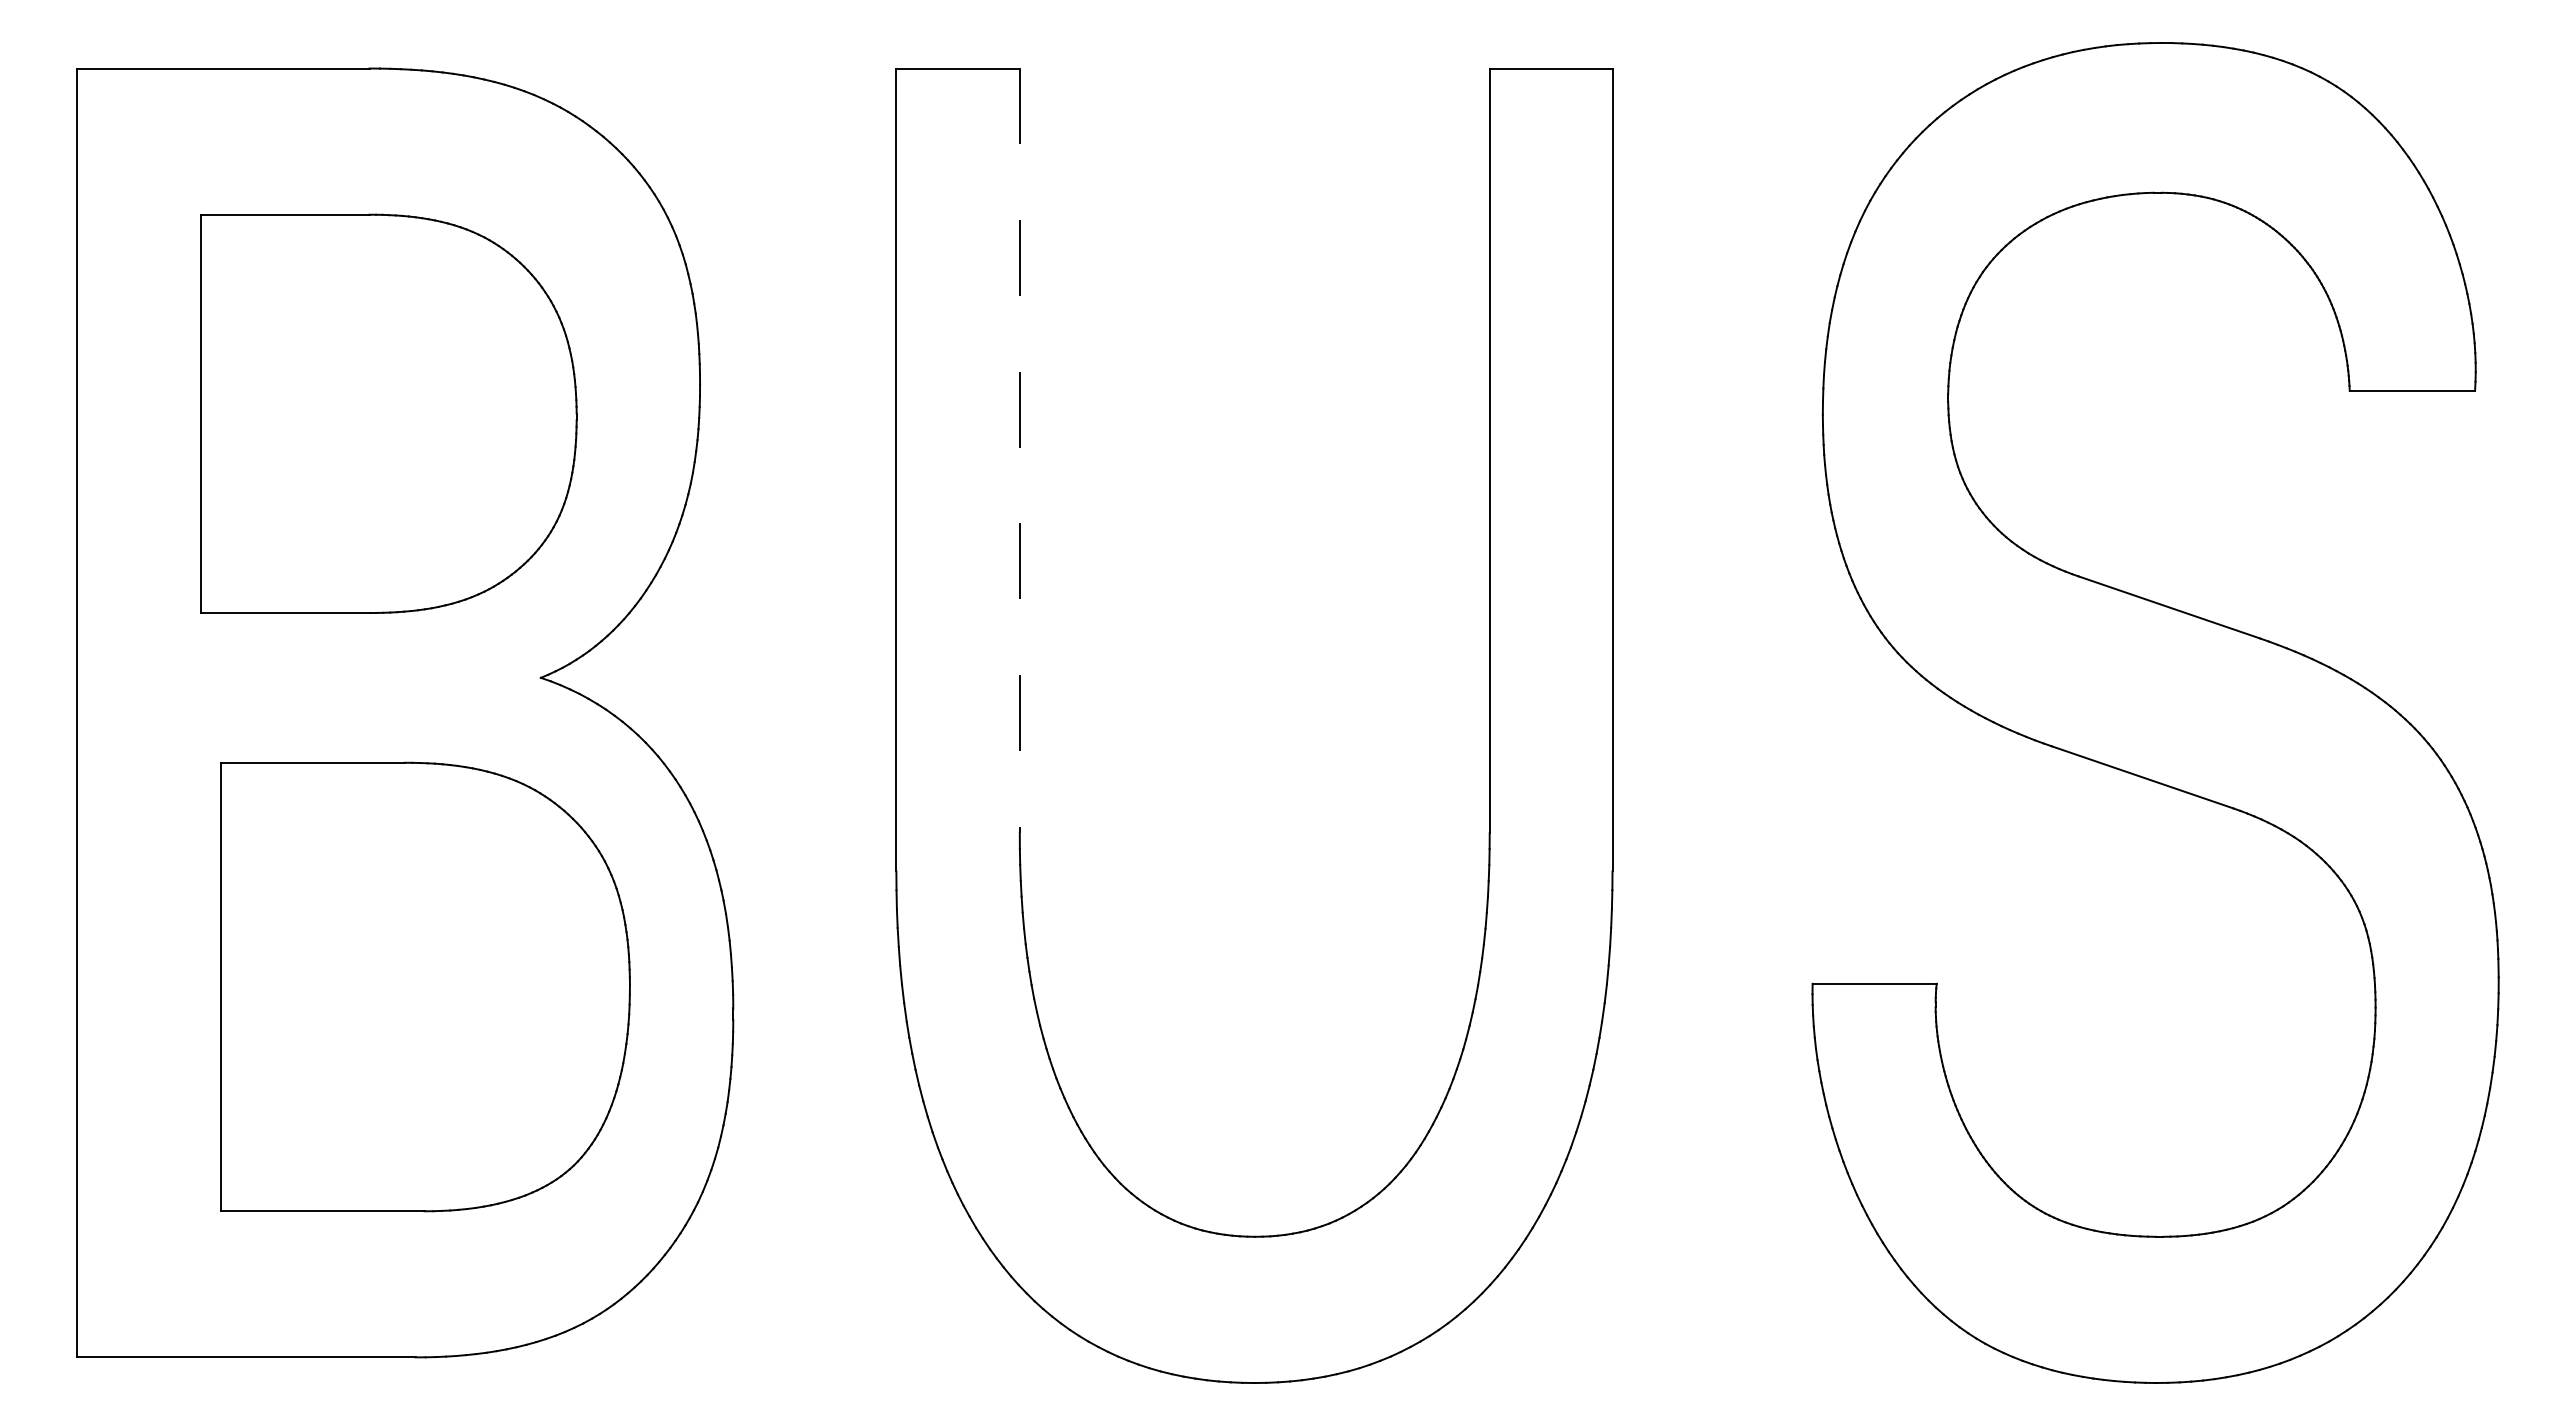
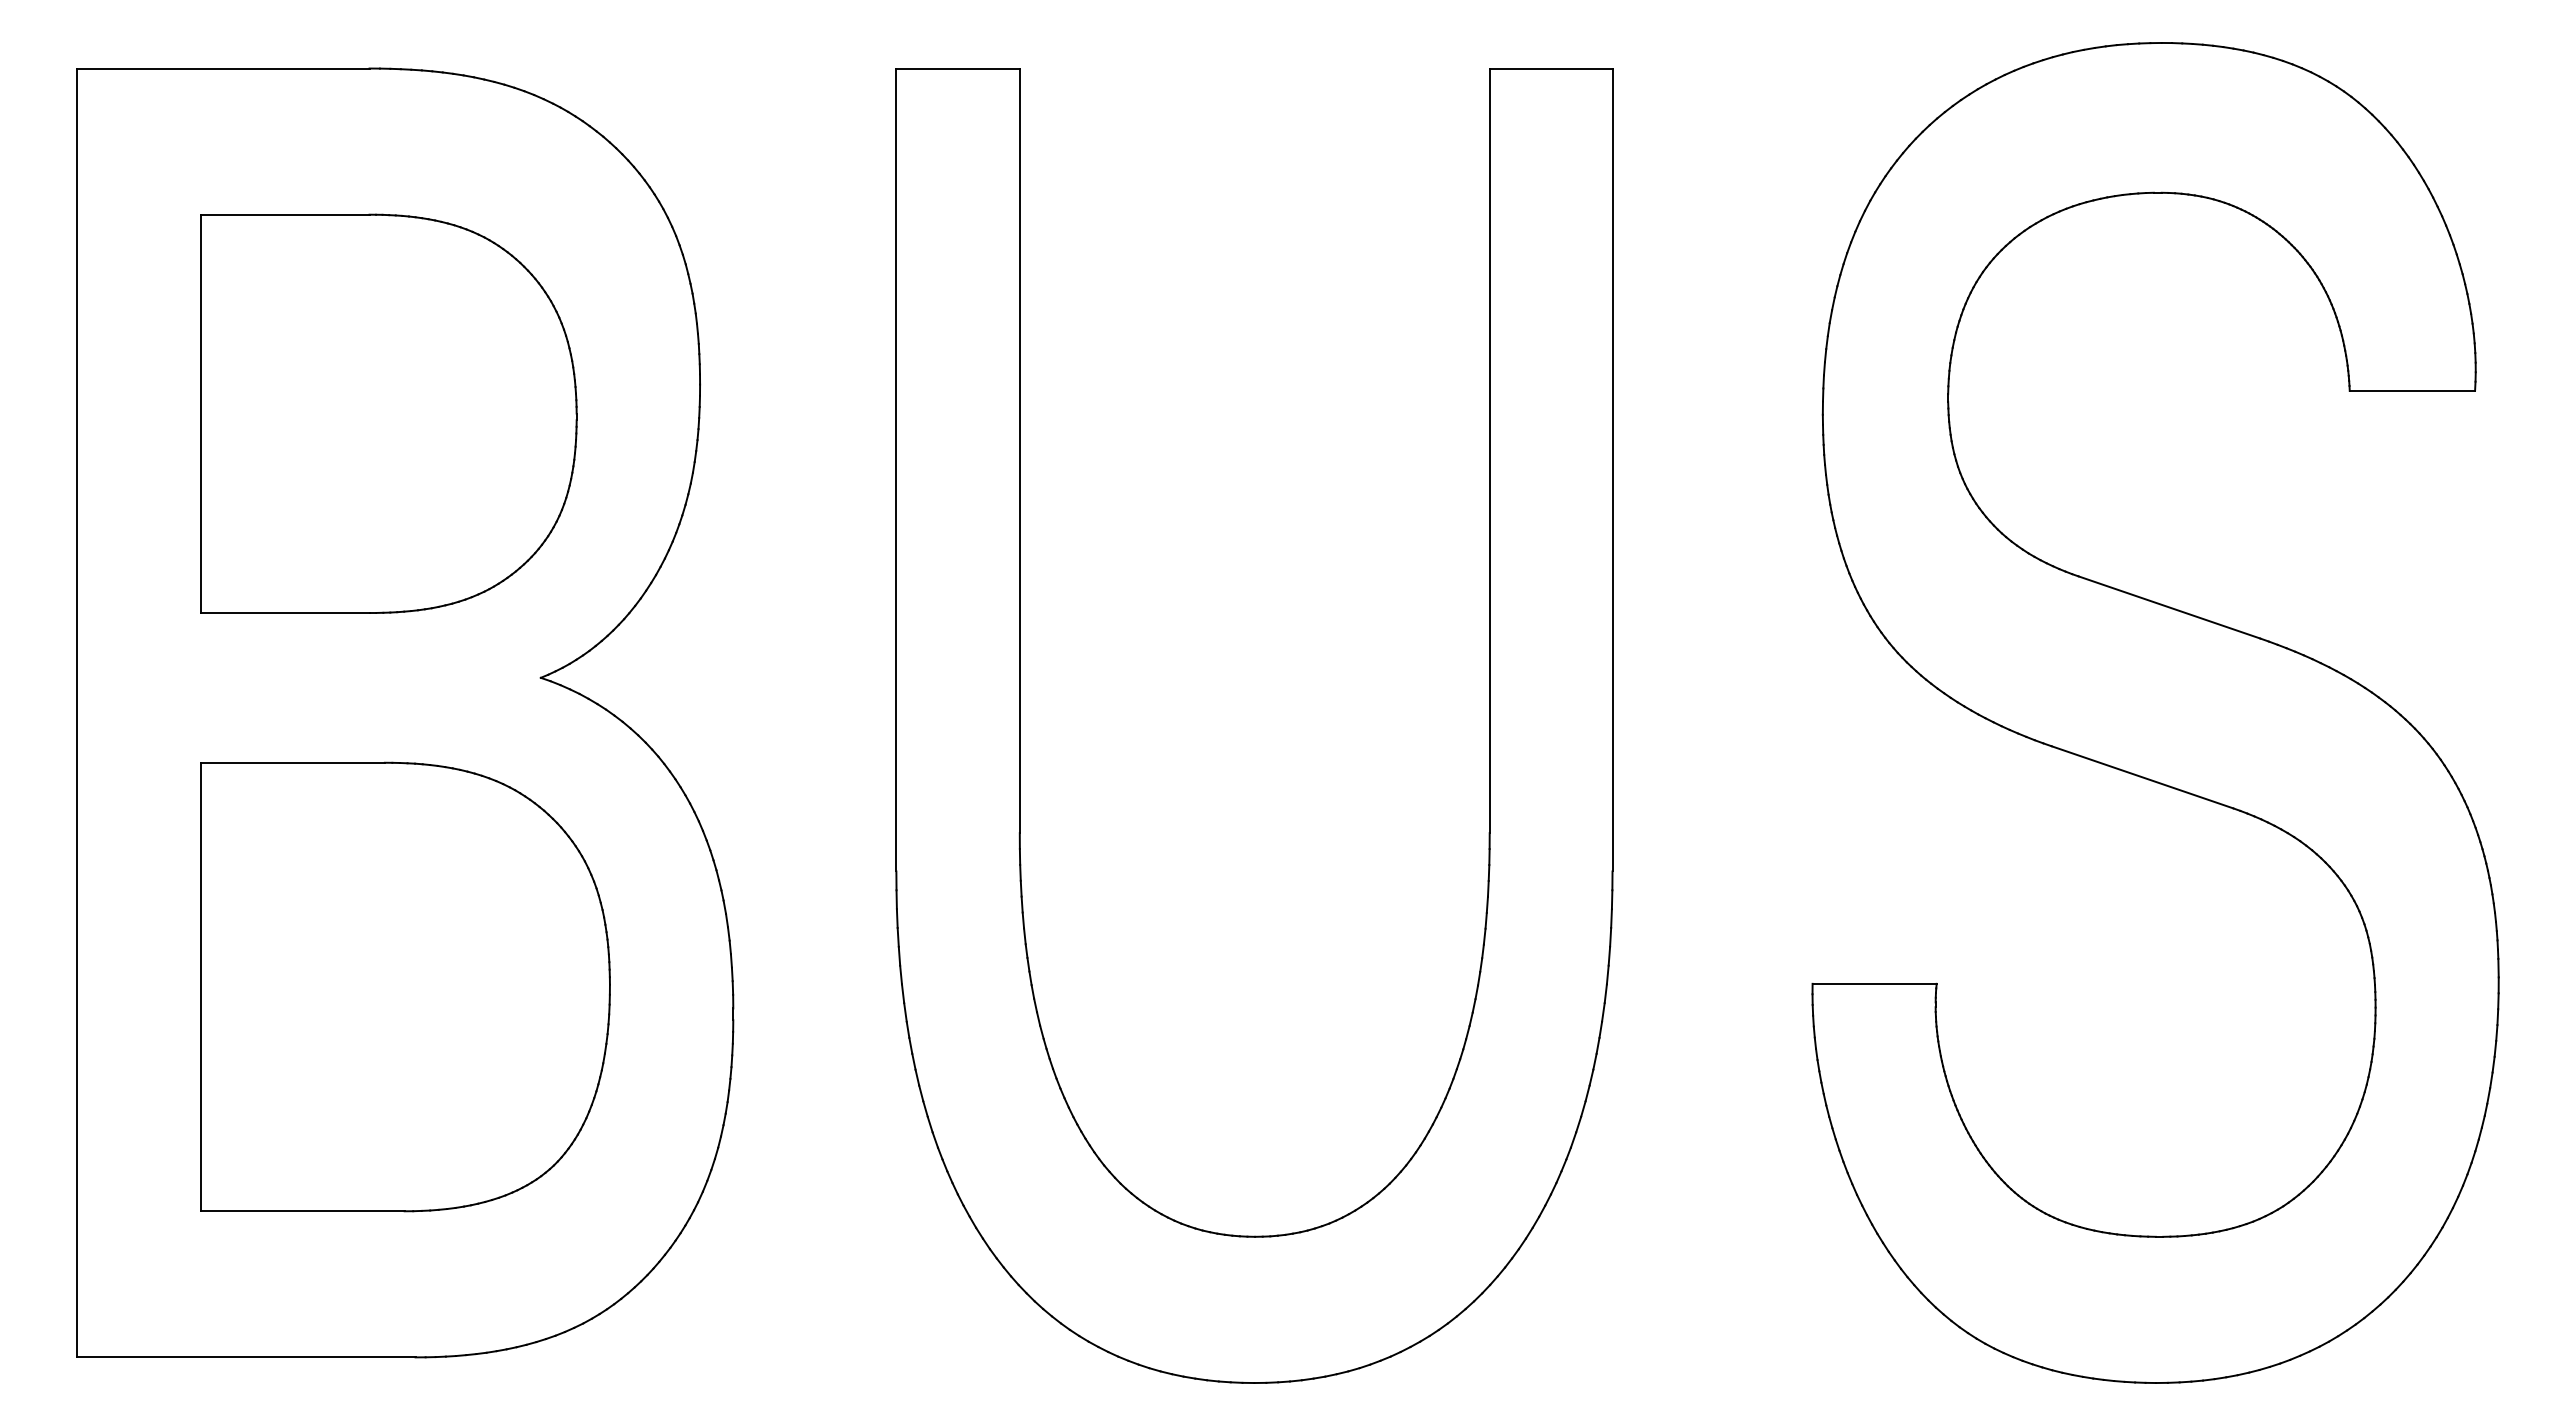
line at (1019, 451): dashed -> solid
part at (425, 986) position: (425, 986) -> (405, 986)
